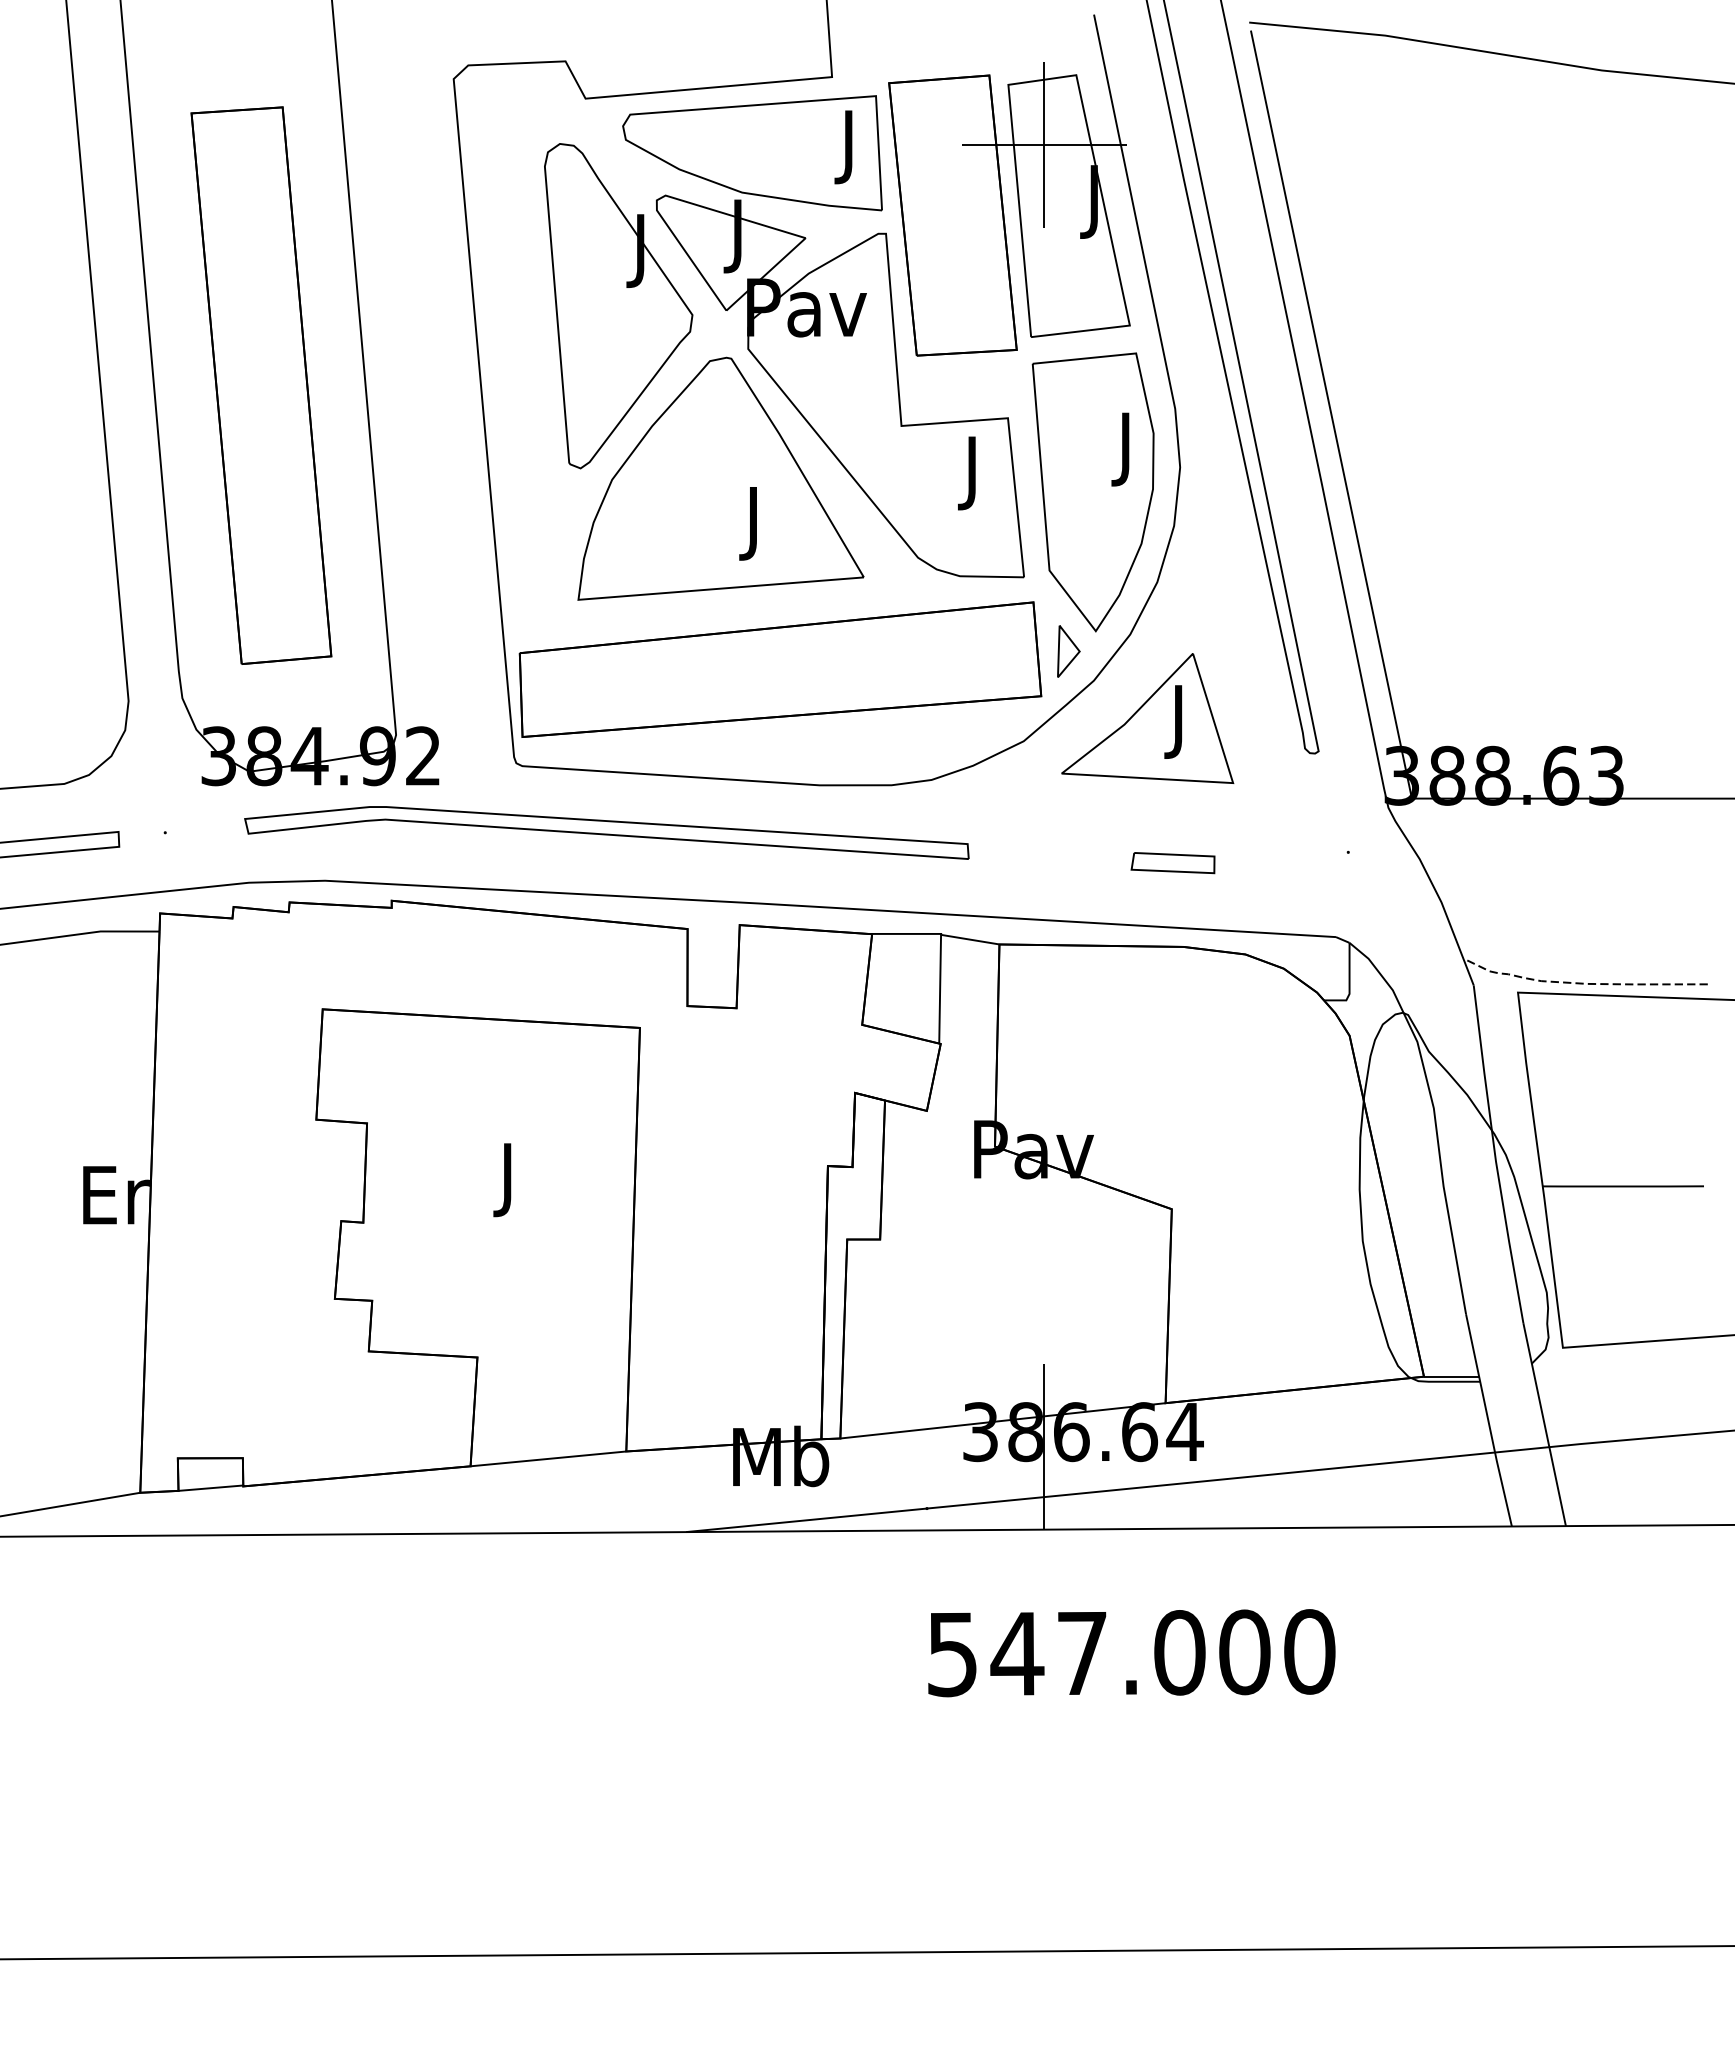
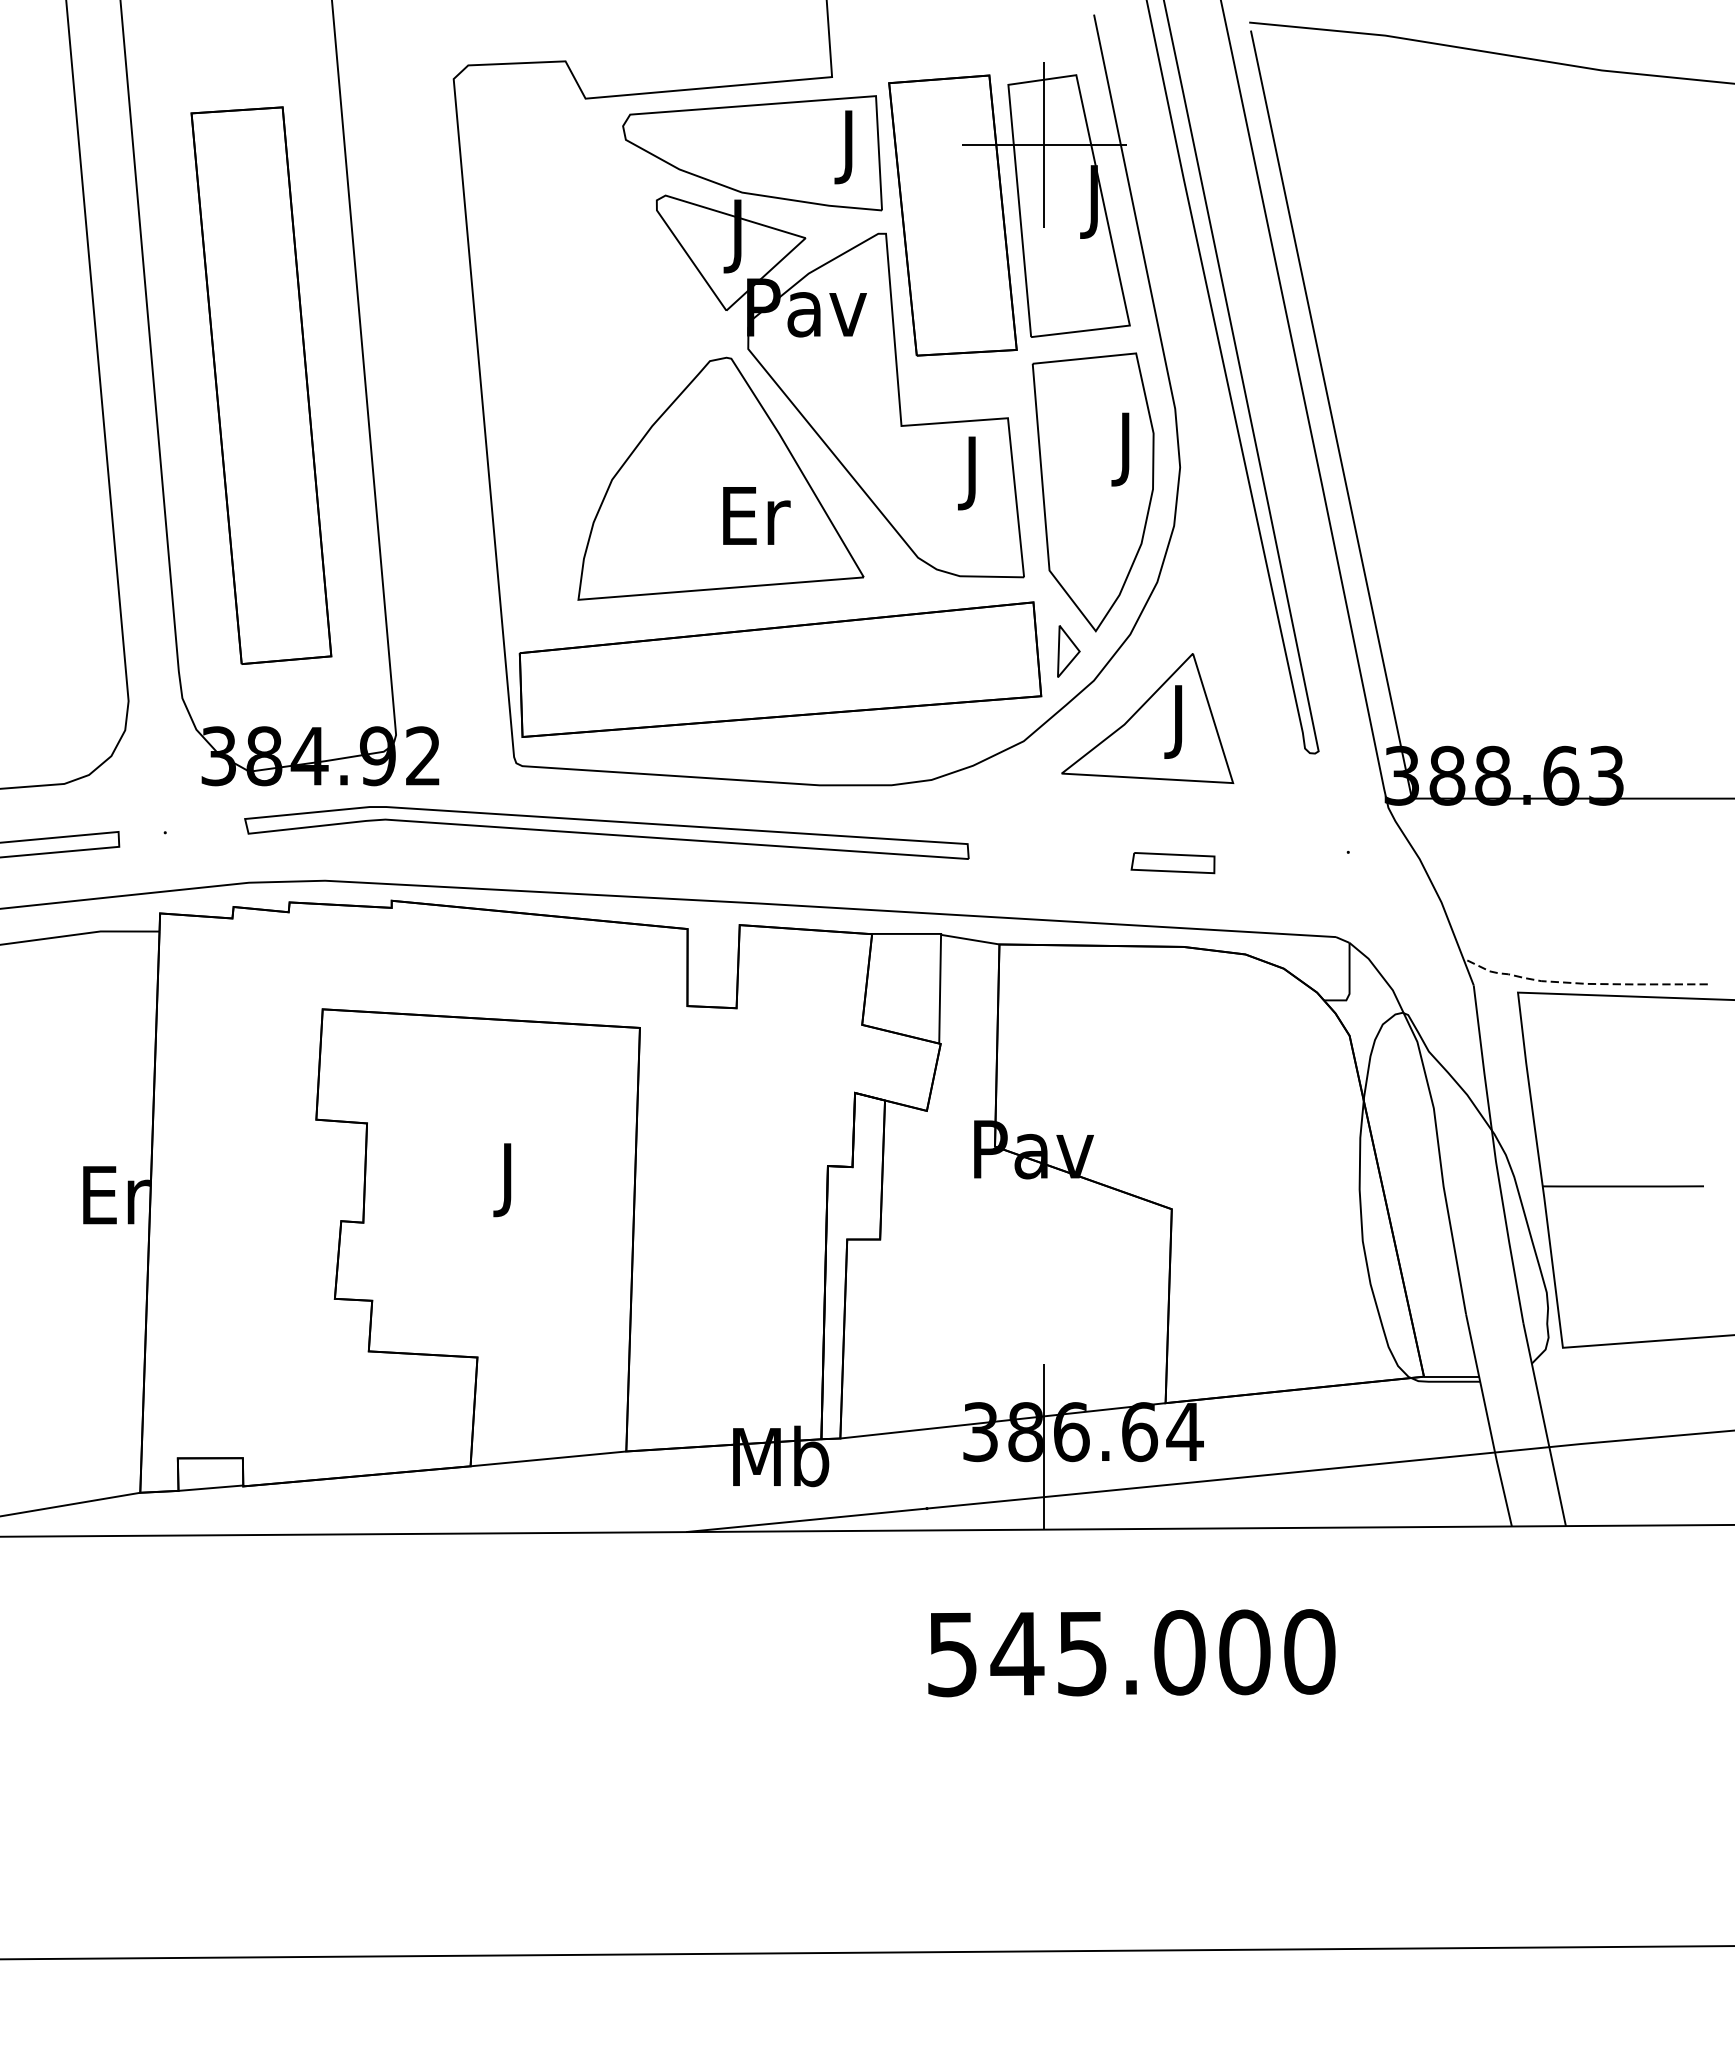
part at (618, 306): present -> none
text at (756, 523): J -> Er
text at (1082, 1654): 547.000 -> 545.000
